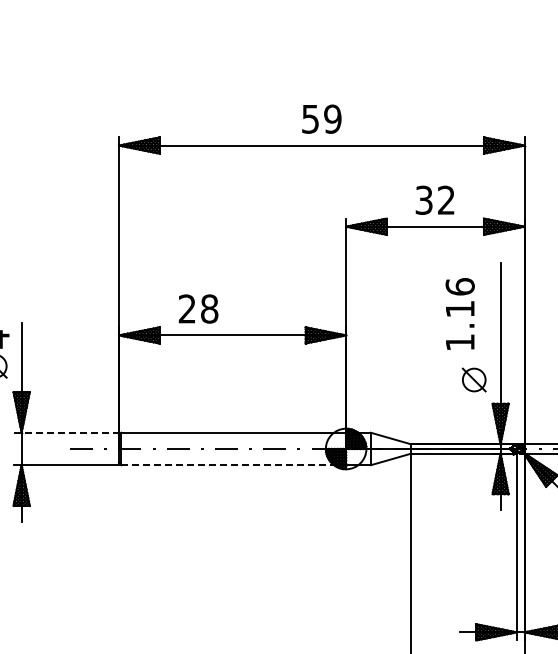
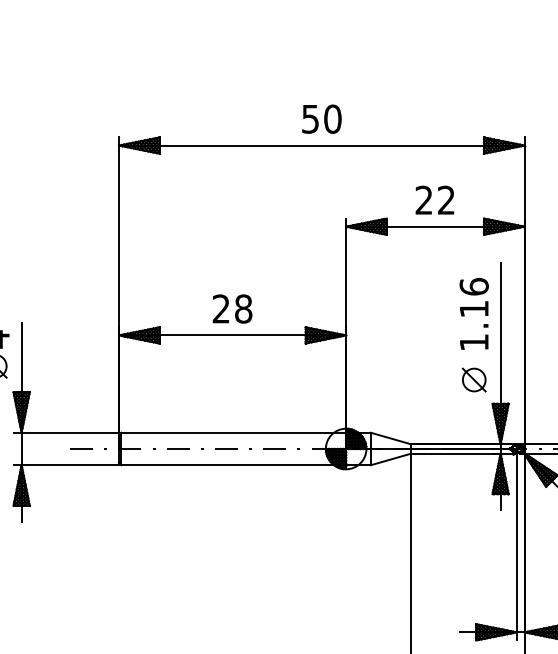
text at (332, 118): 59 -> 50
text at (423, 199): 32 -> 22
text at (198, 308) position: (198, 308) -> (232, 308)
text at (459, 313) position: (459, 313) -> (473, 313)
line at (66, 432): dashed -> solid
line at (234, 465): dashed -> solid
